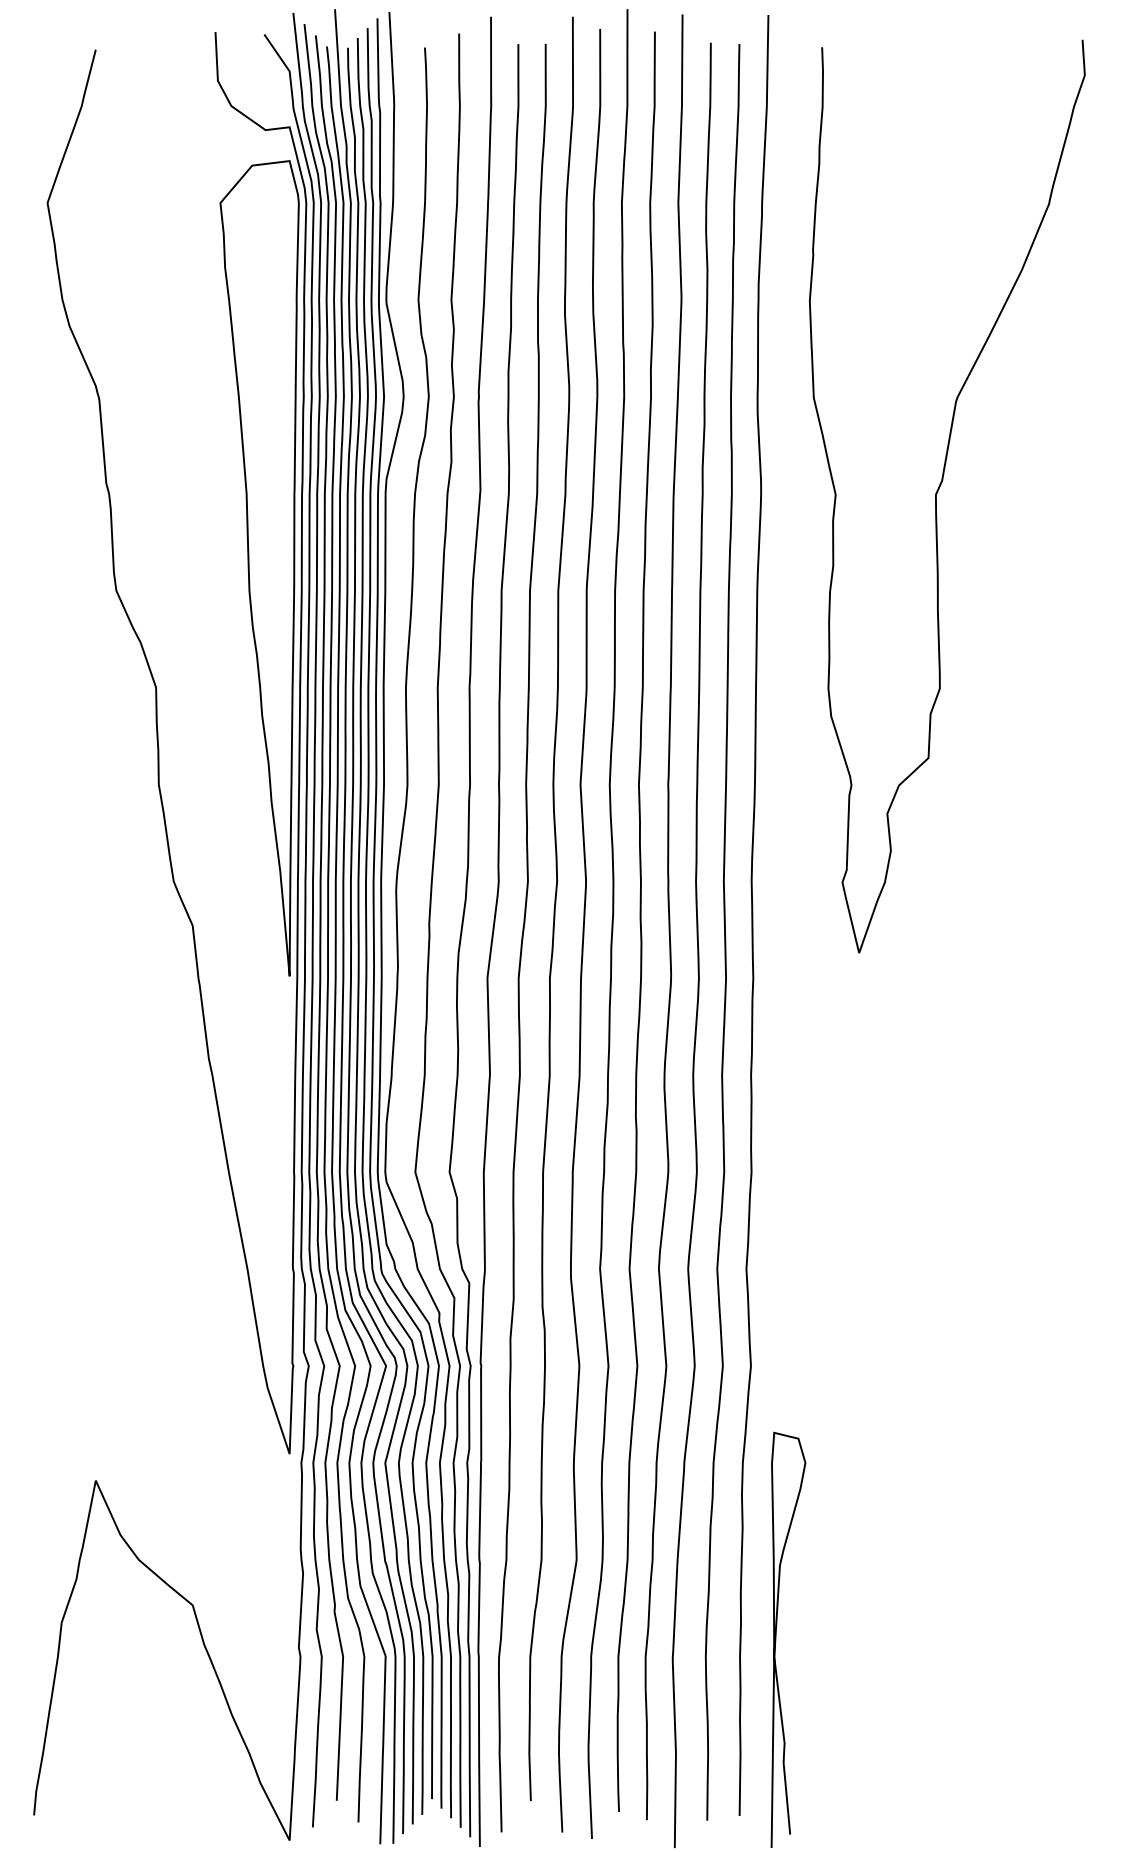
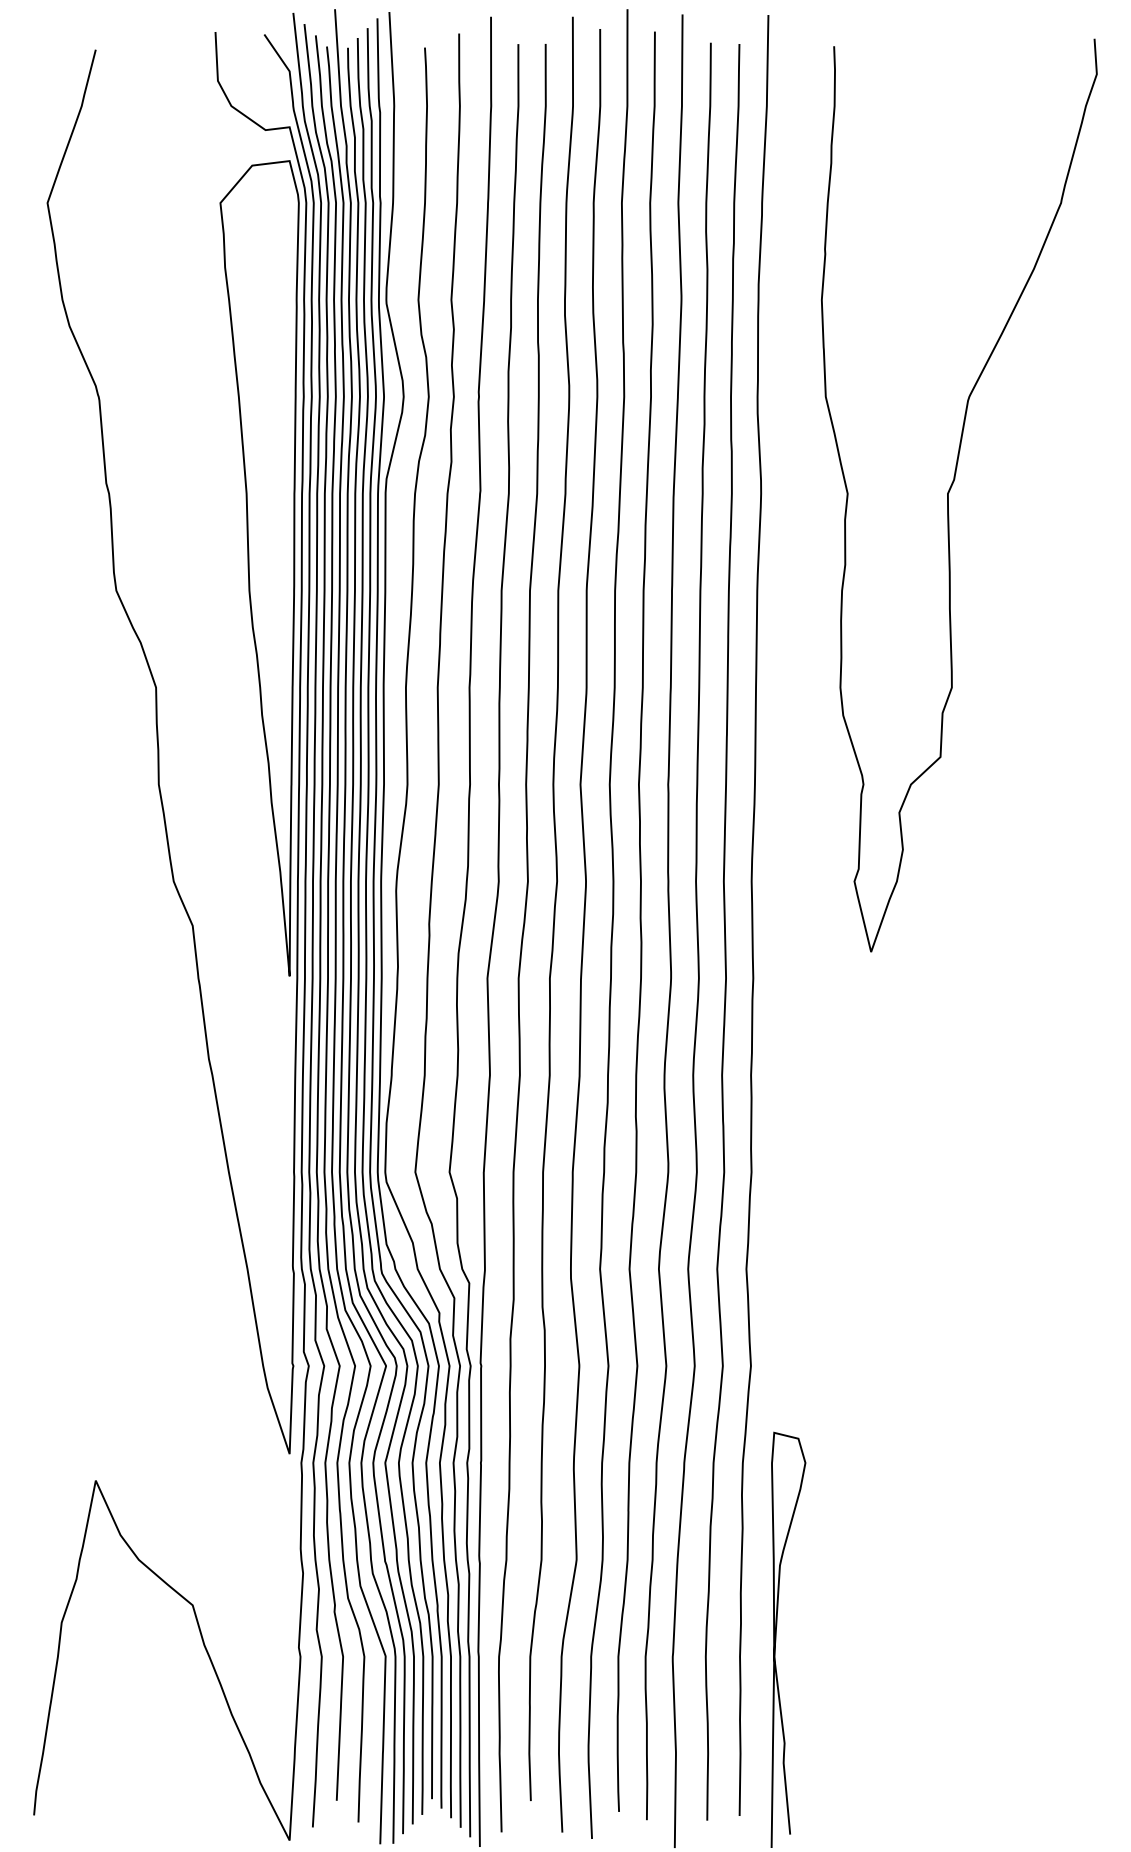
curve at (937, 494) position: (937, 494) -> (949, 493)
